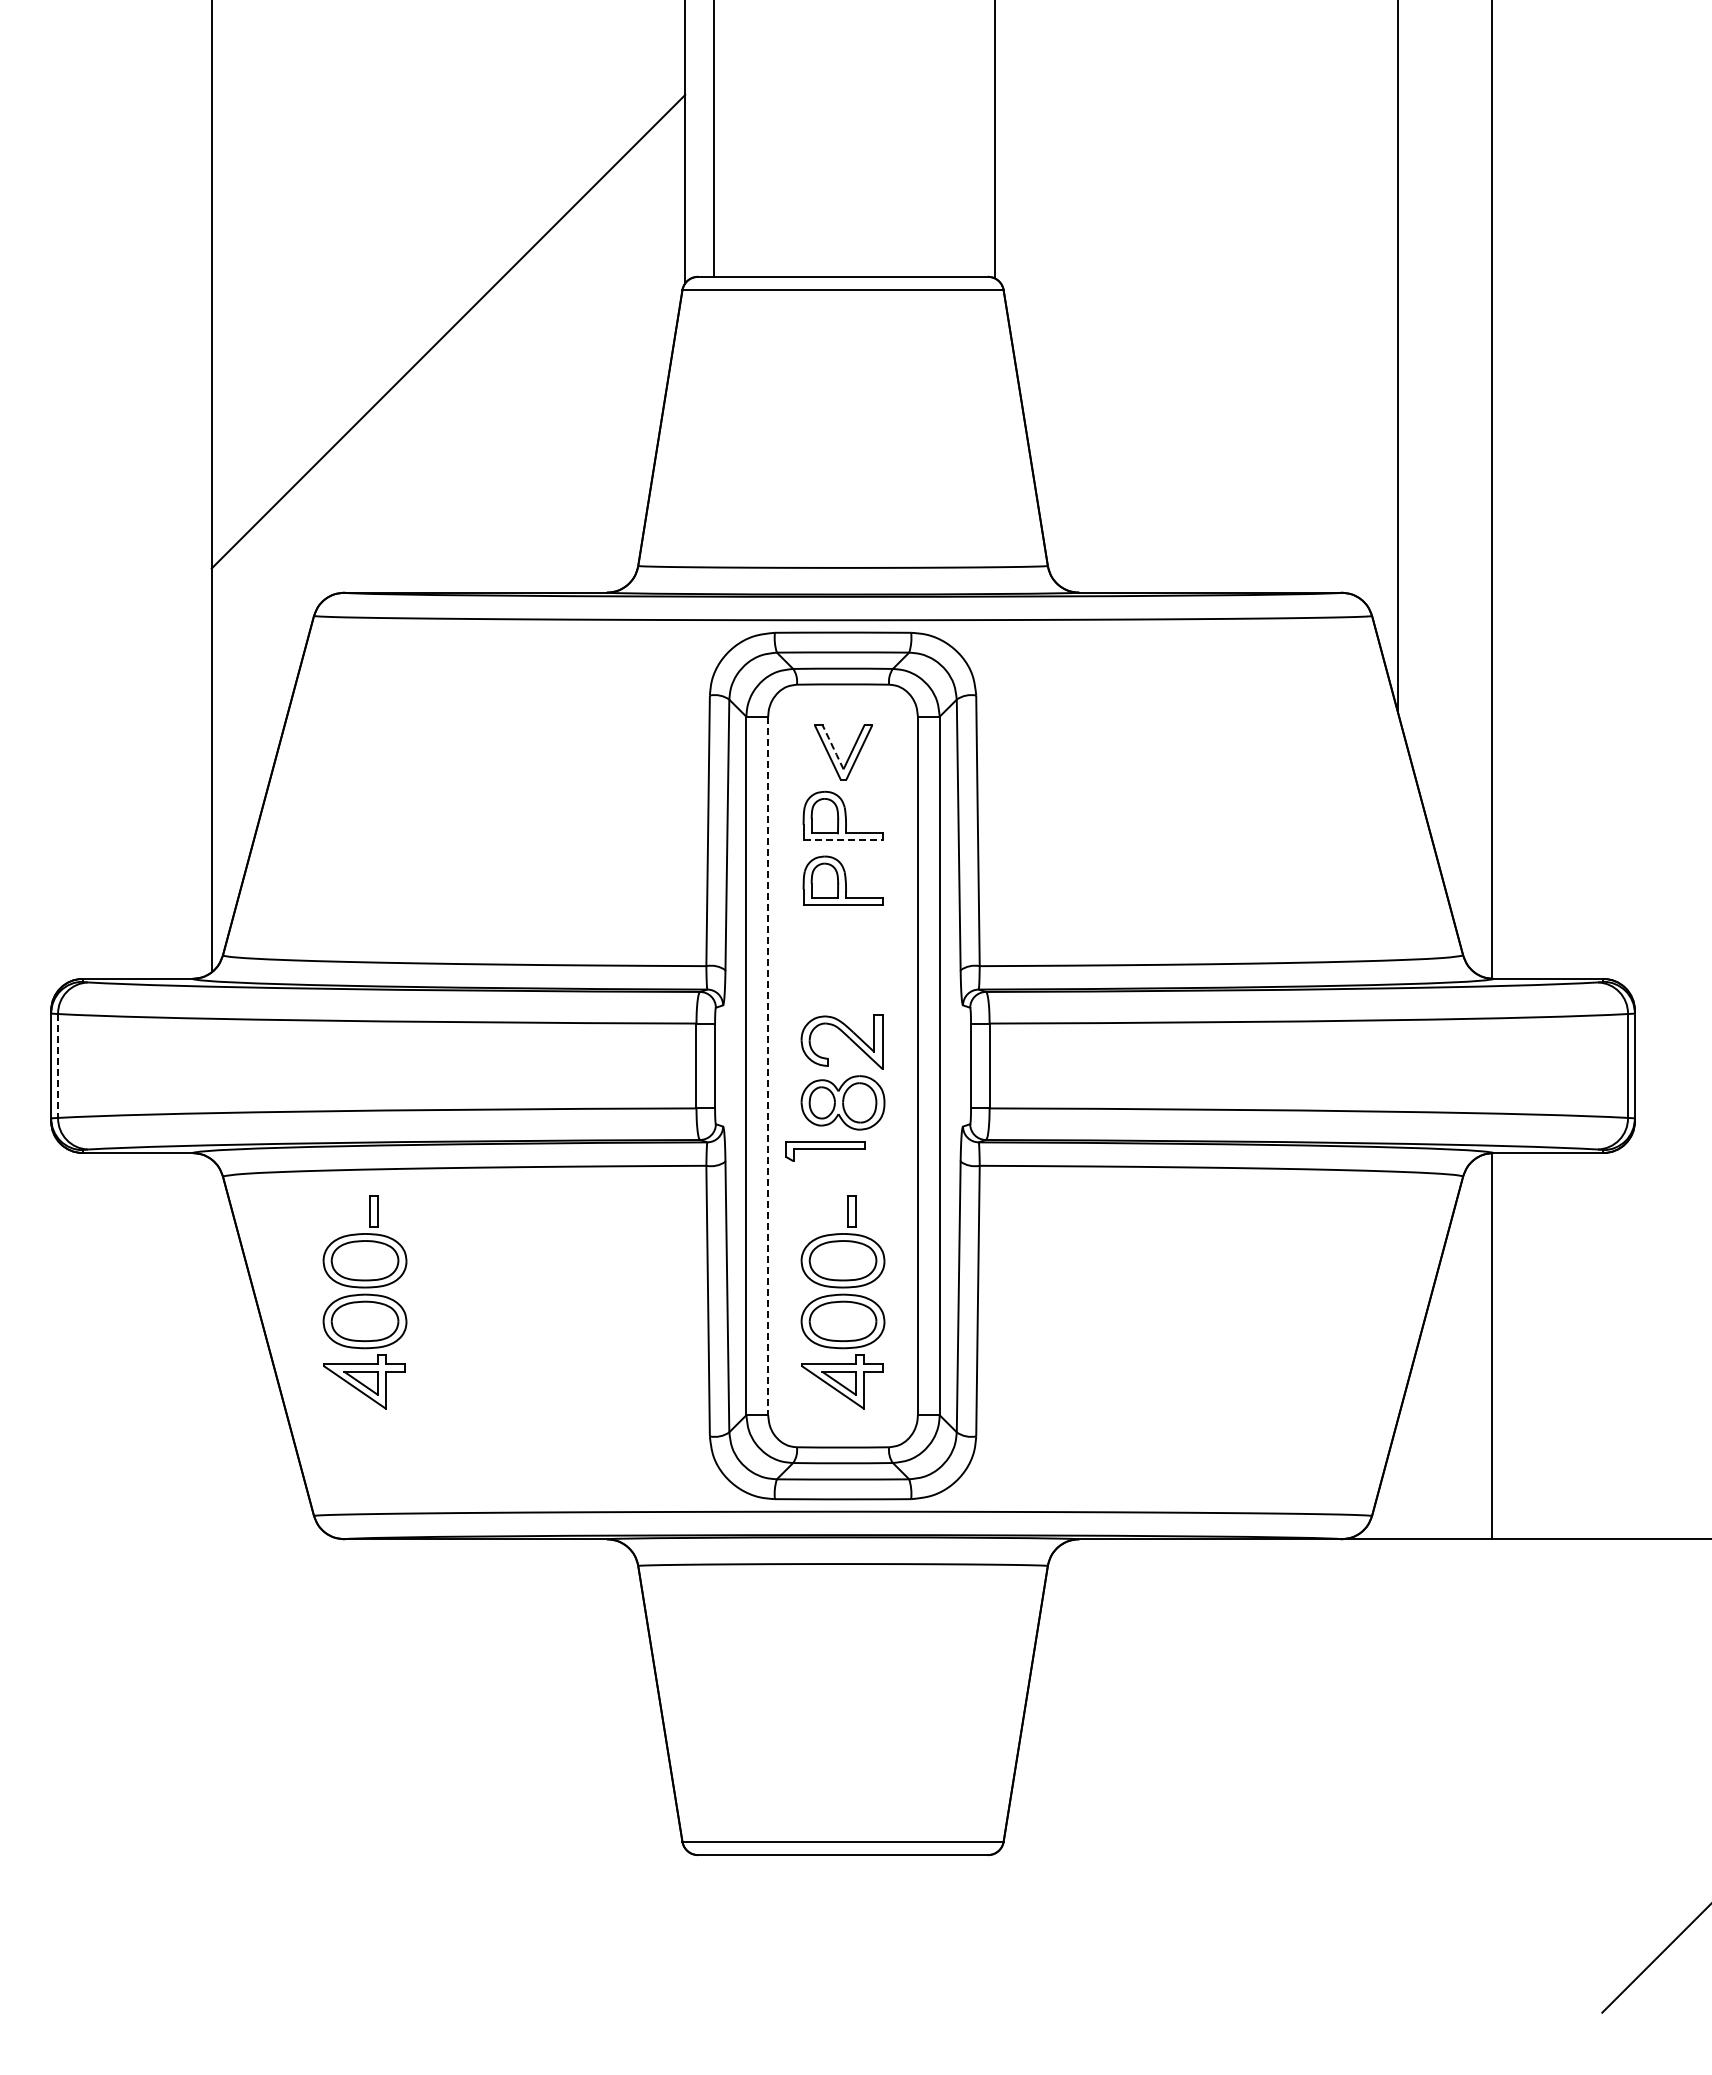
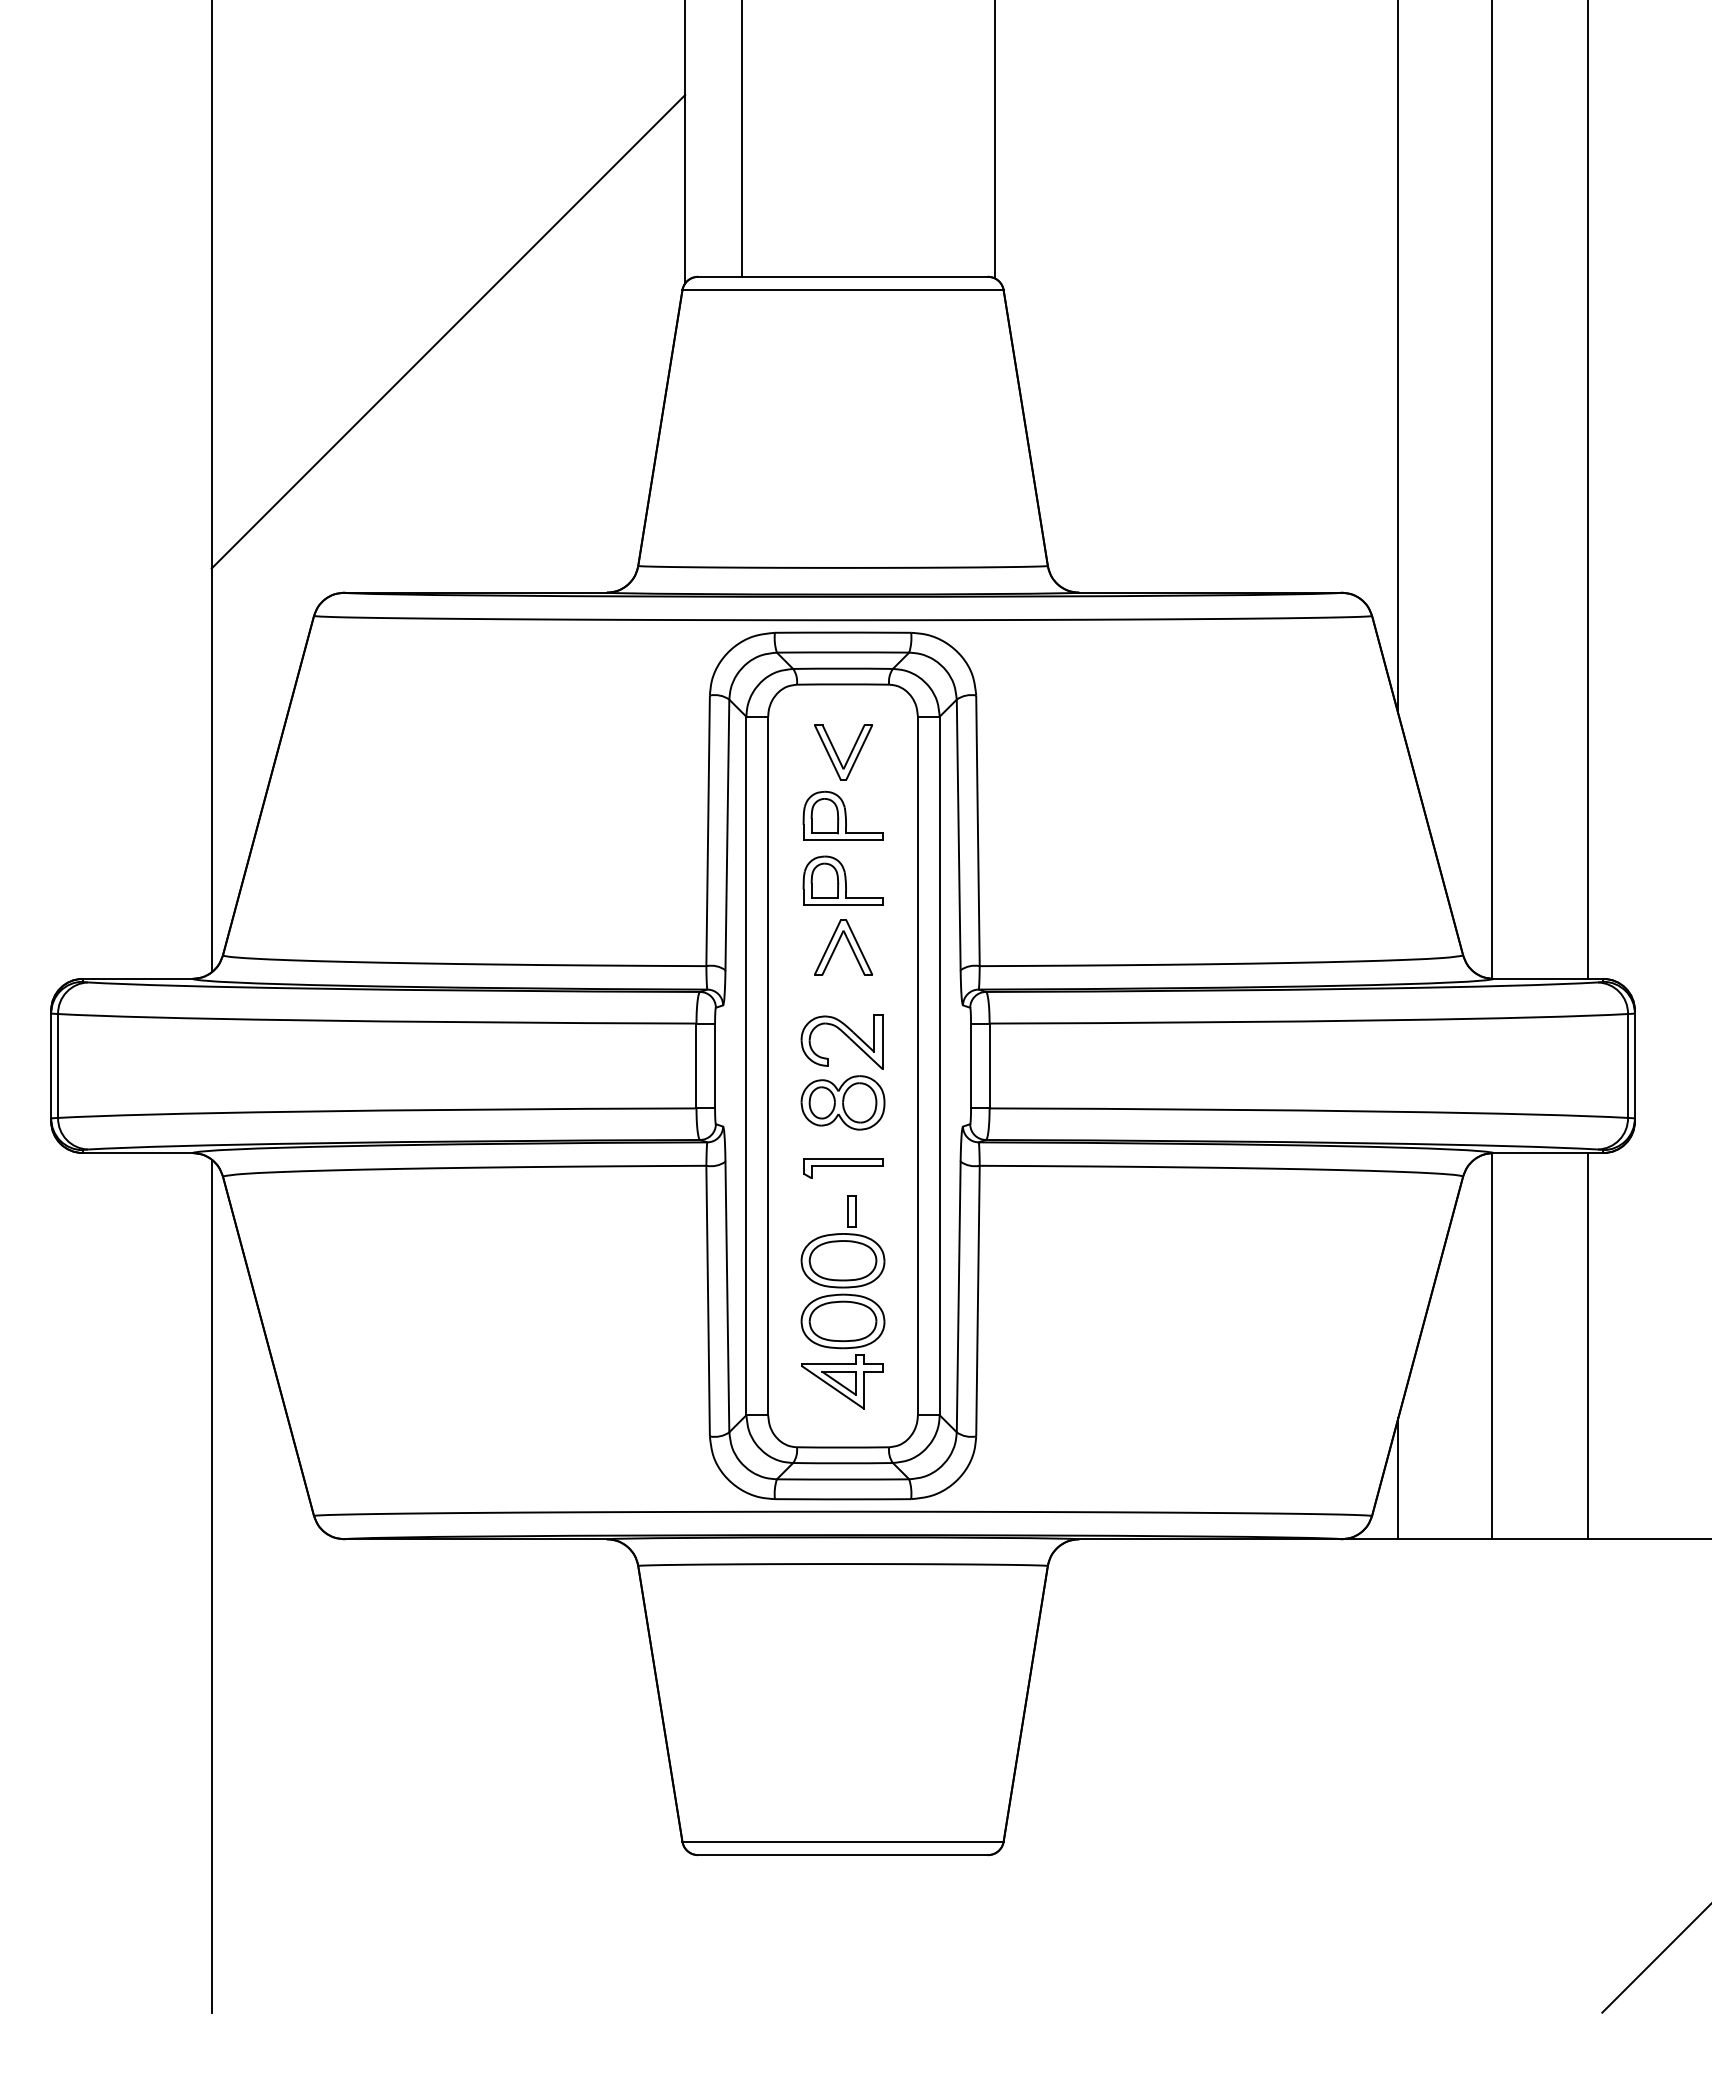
line at (714, 139) position: (714, 139) -> (742, 139)
line at (1588, 490): none -> present
line at (832, 746): dashed -> solid
line at (843, 840): dashed -> solid
part at (837, 945): none -> present
line at (58, 1065): dashed -> solid
line at (768, 1066): dashed -> solid
part at (825, 1151) position: (825, 1151) -> (843, 1168)
part at (364, 1302): present -> none
line at (1588, 1346): none -> present
line at (1398, 1478): none -> present
line at (211, 1585): none -> present
